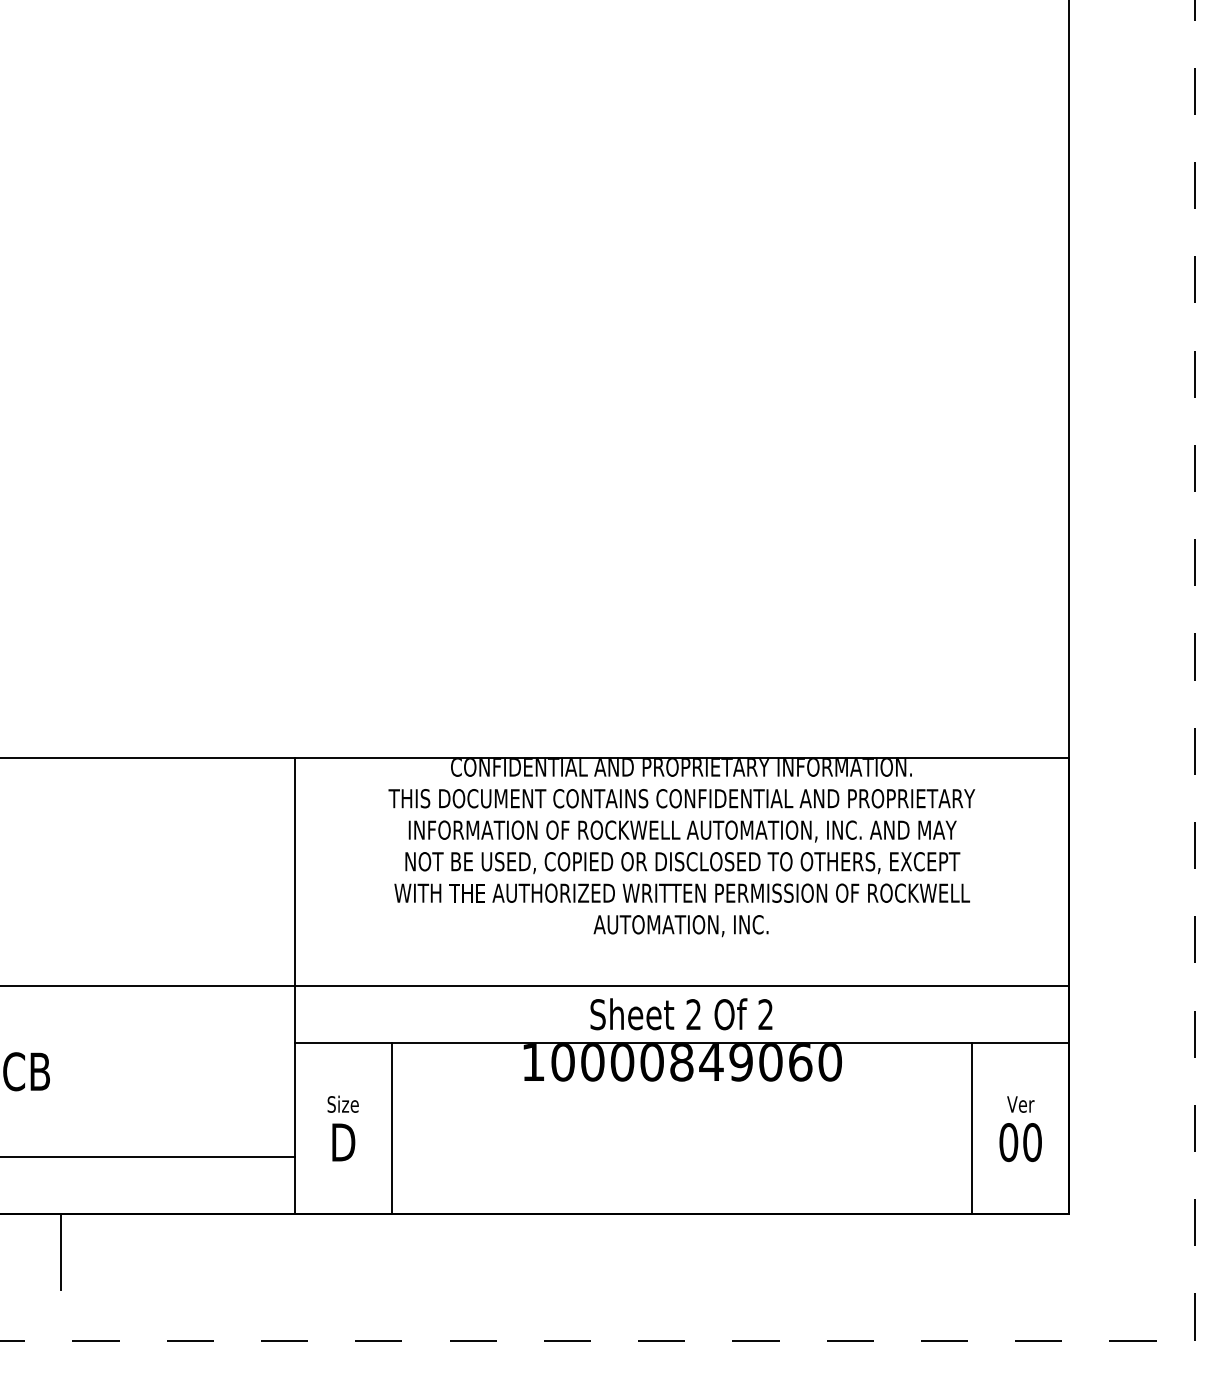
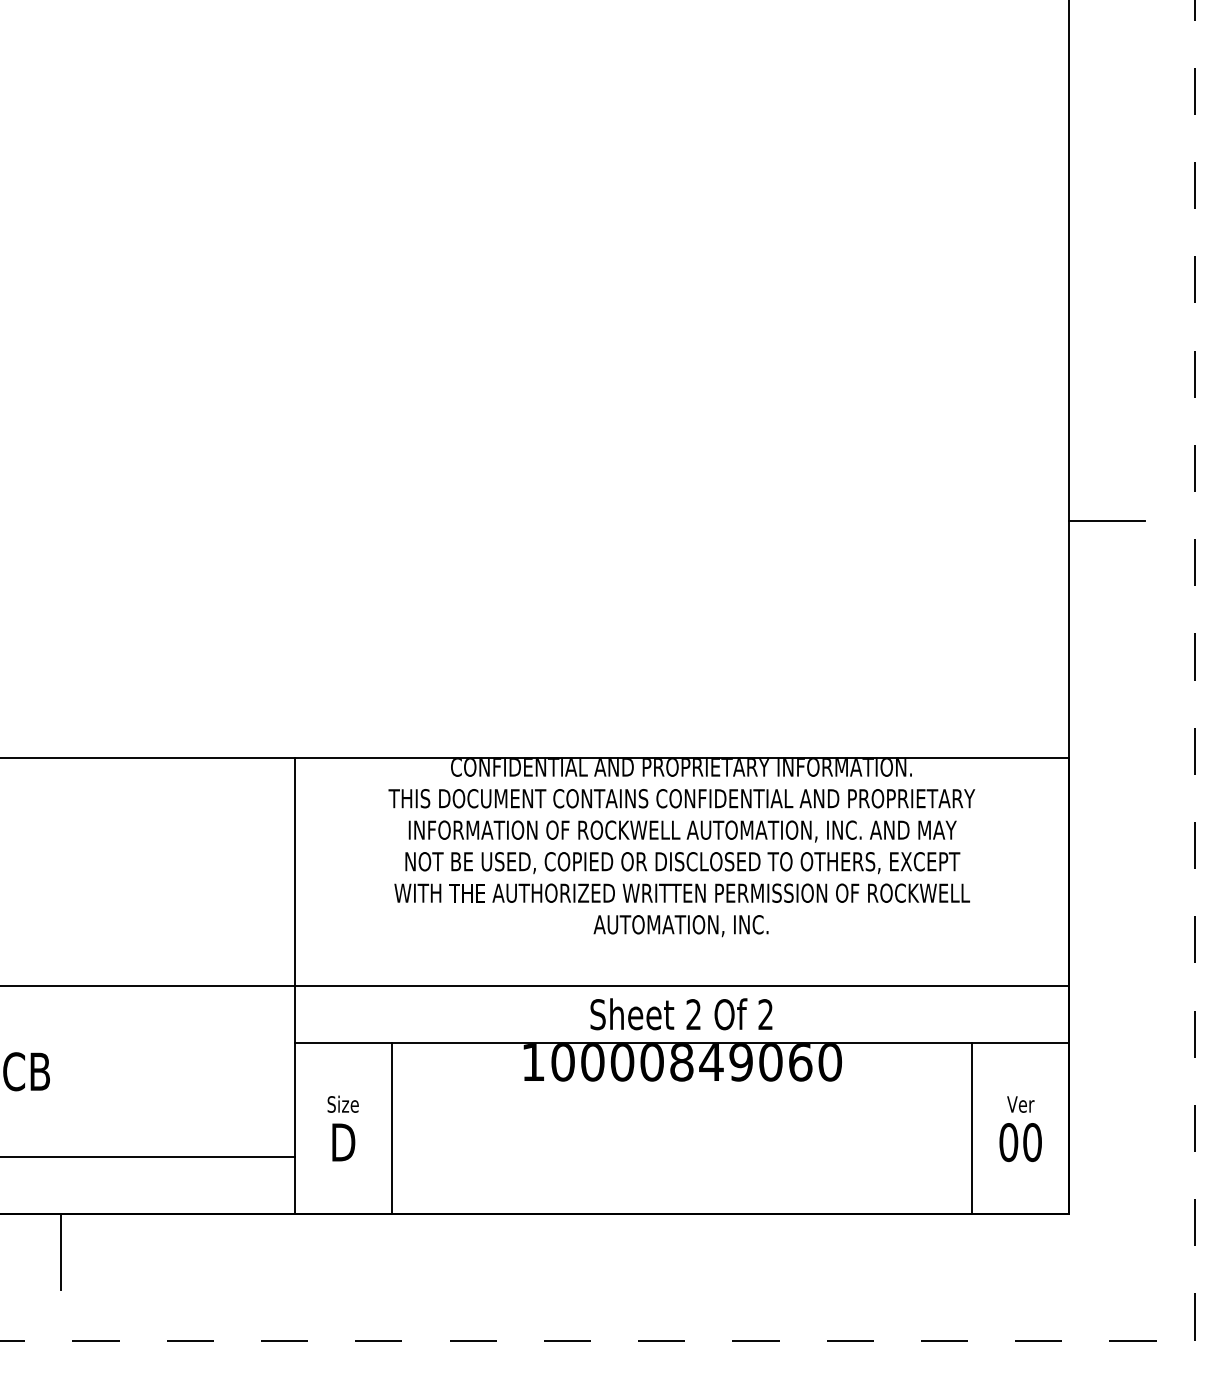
line at (1106, 521): none -> present
